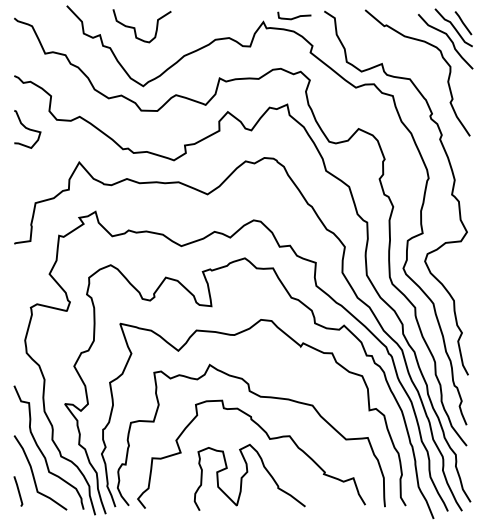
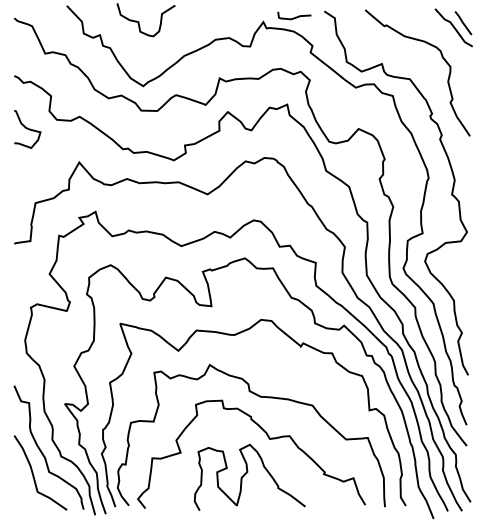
curve at (135, 27) position: (135, 27) -> (139, 21)
curve at (448, 38): present -> none
line at (18, 491): present -> none
